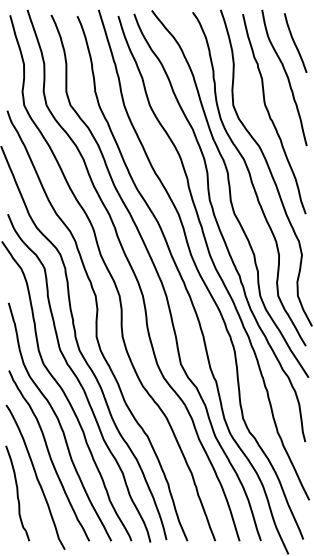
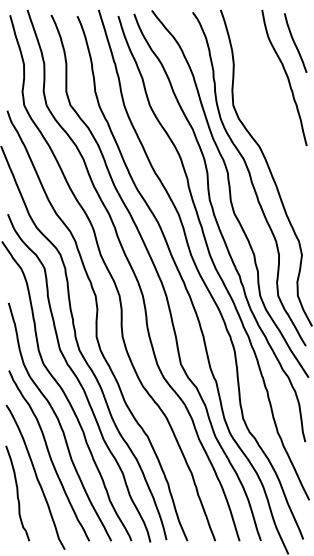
curve at (270, 115): present -> none
